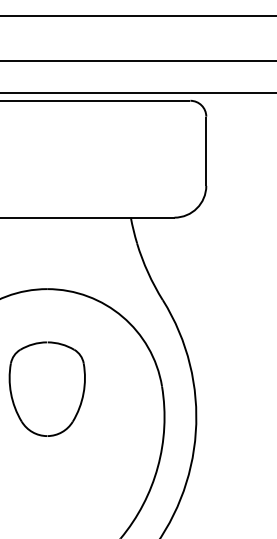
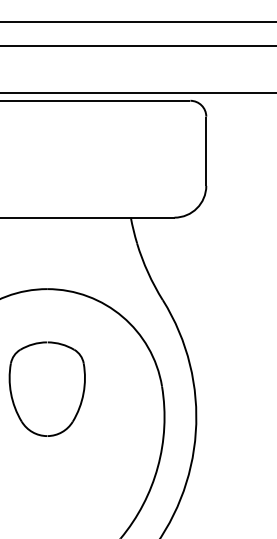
line at (137, 15) position: (137, 15) -> (137, 21)
line at (137, 60) position: (137, 60) -> (137, 45)
